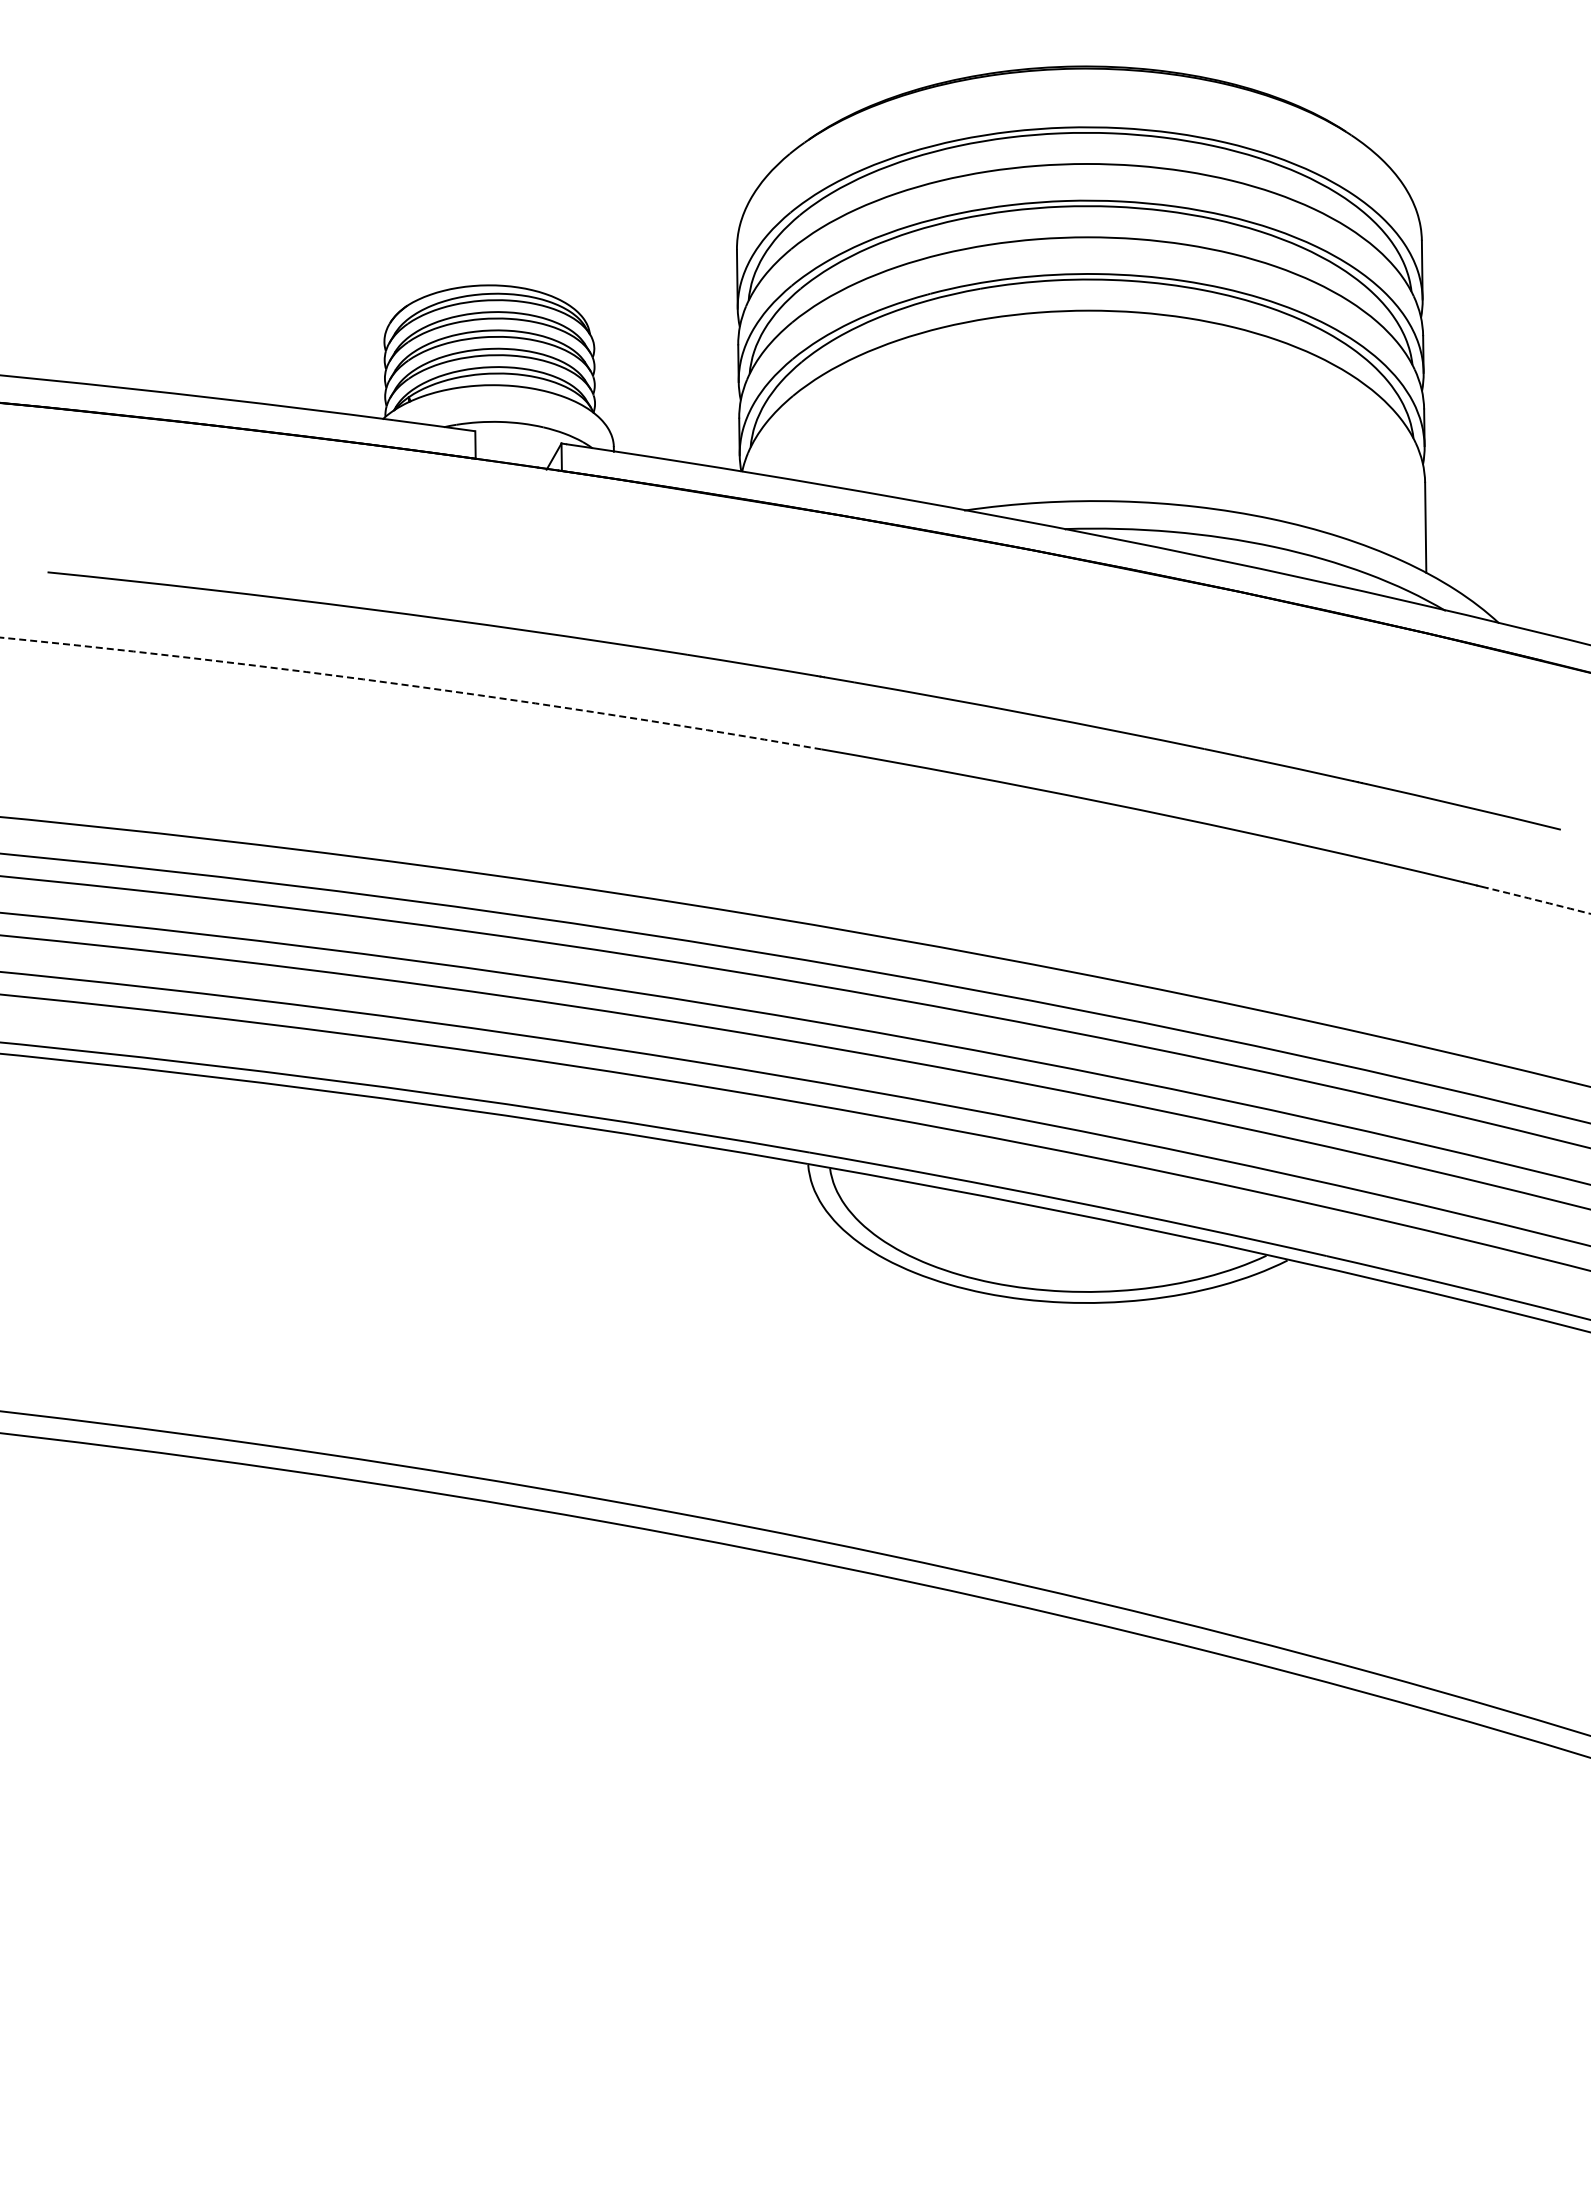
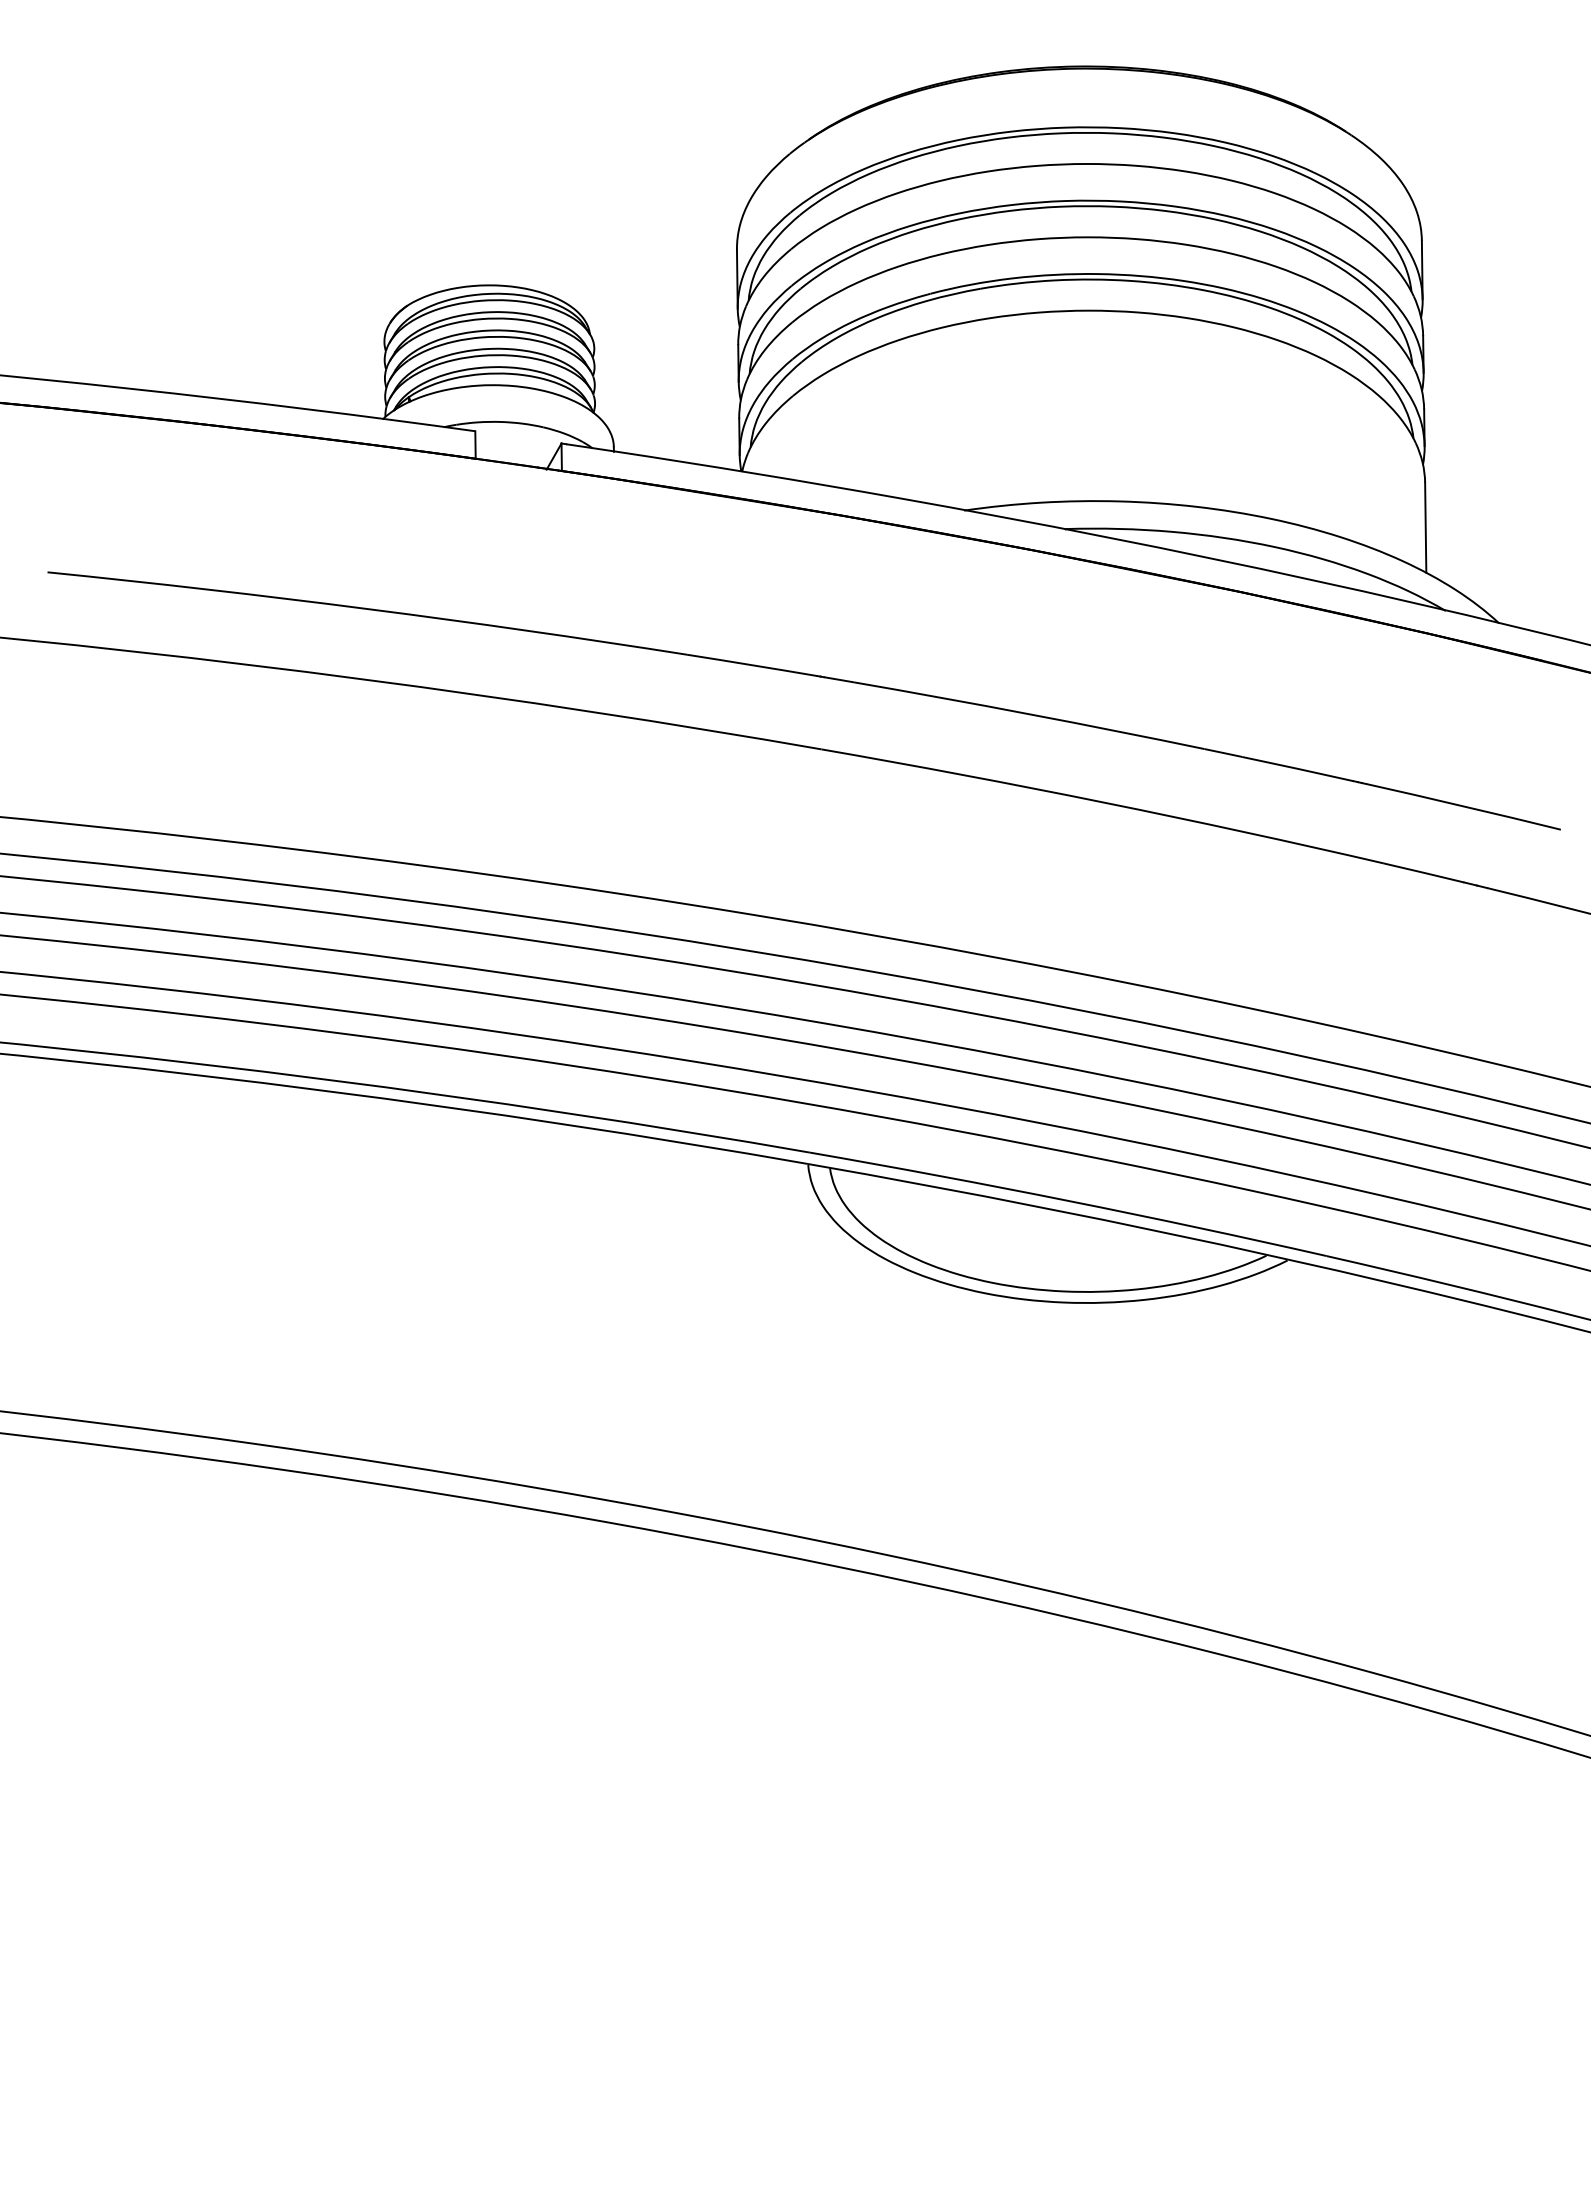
arc at (412, 685): dashed -> solid
arc at (1539, 901): dashed -> solid
